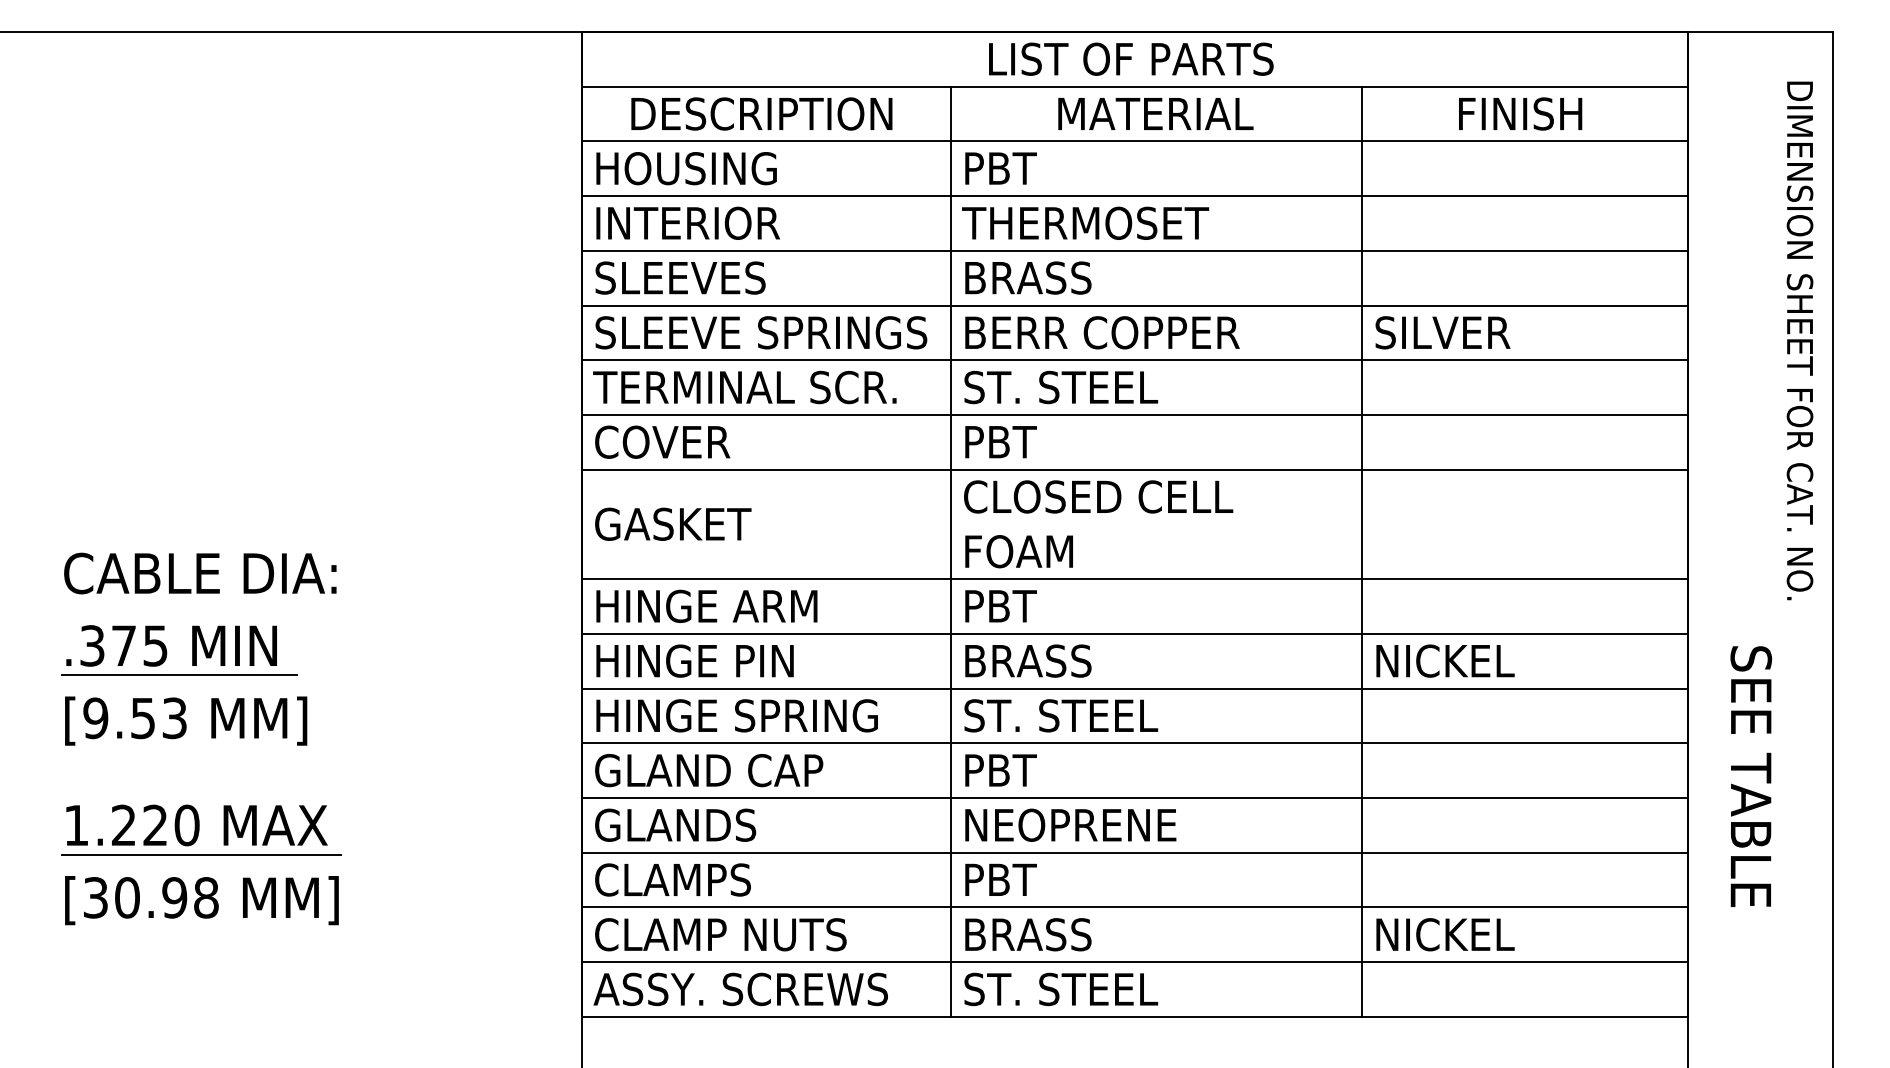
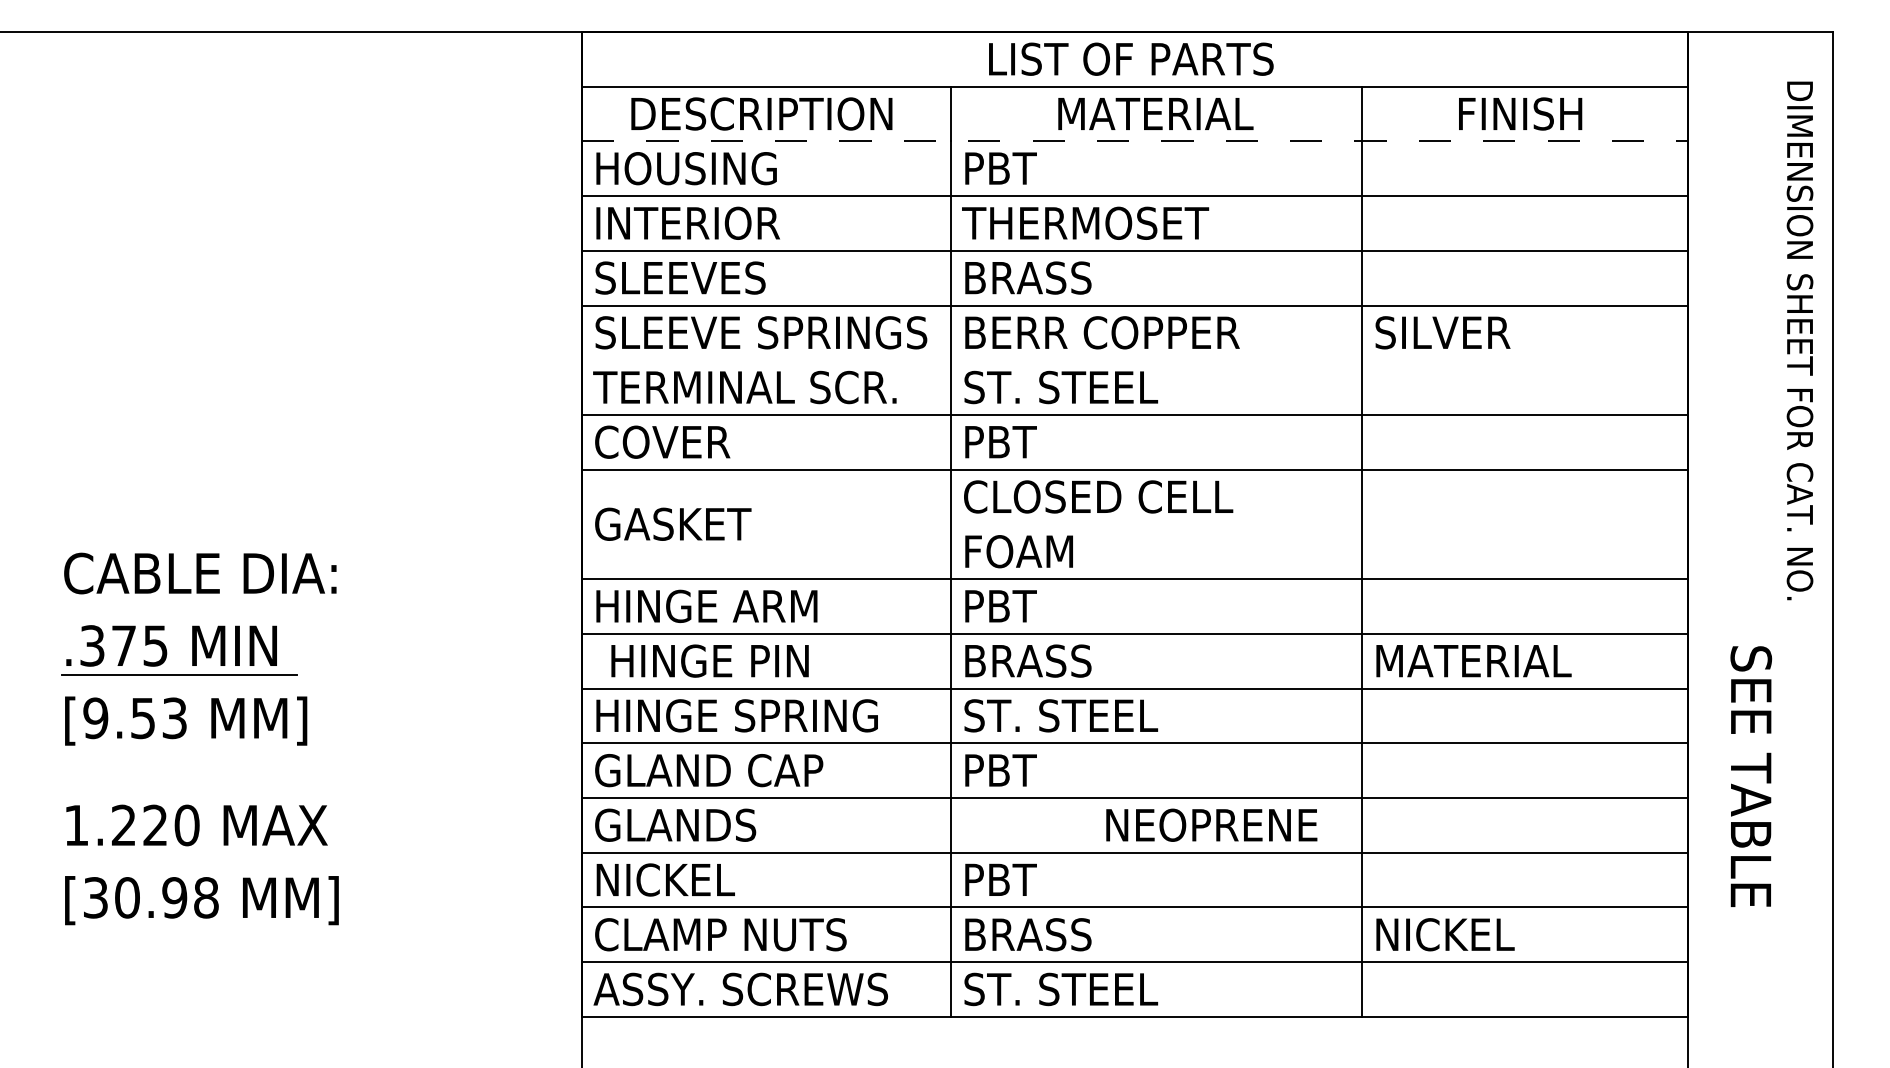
line at (1135, 141): solid -> dashed
line at (1134, 360): present -> none
text at (694, 660) position: (694, 660) -> (709, 660)
text at (1475, 660): NICKEL -> MATERIAL
text at (1070, 824) position: (1070, 824) -> (1211, 824)
line at (201, 854): present -> none
text at (672, 879): CLAMPS -> NICKEL
